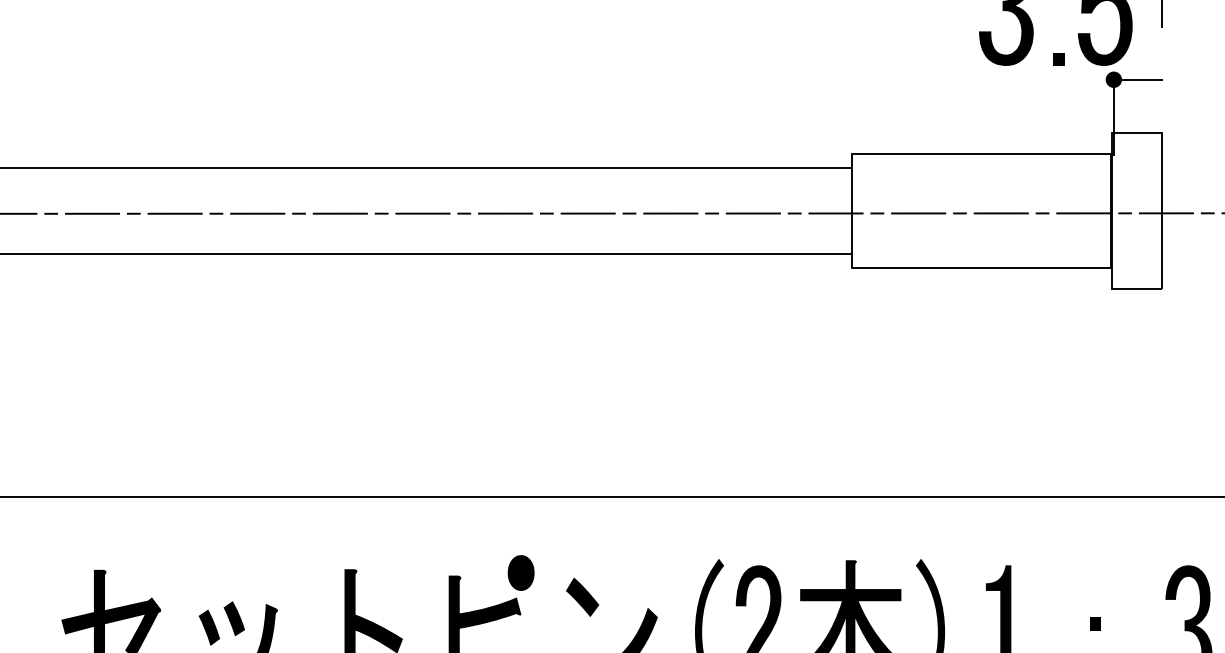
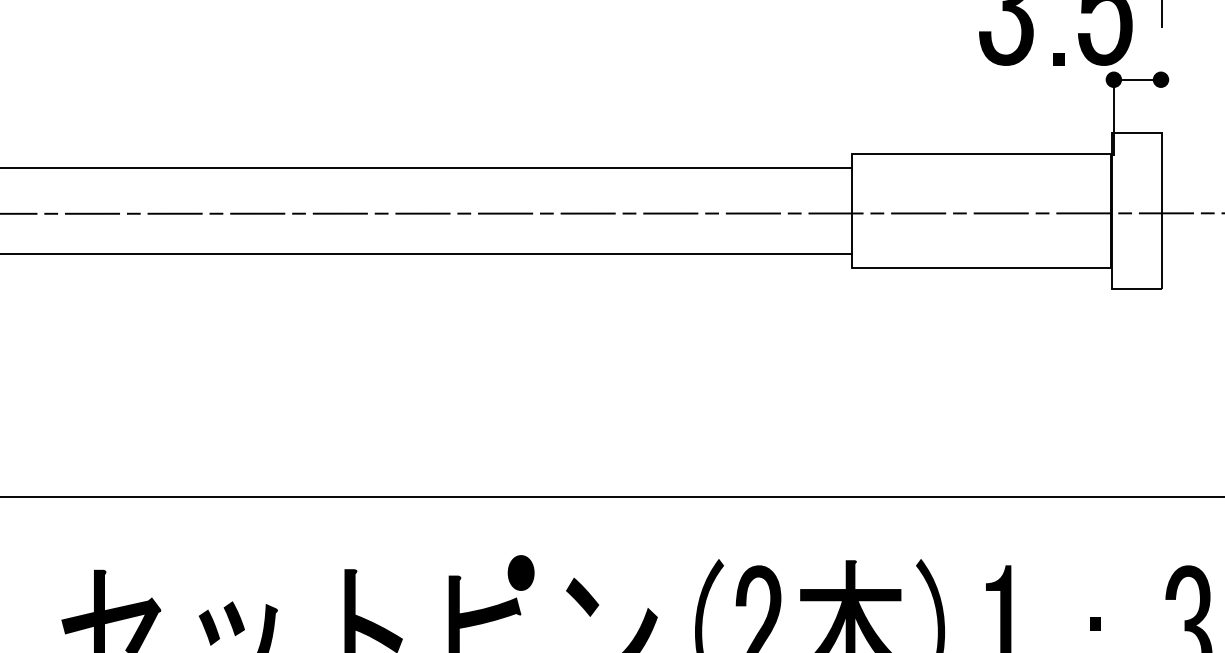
fill at (1160, 79): none -> present
